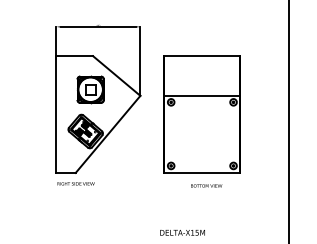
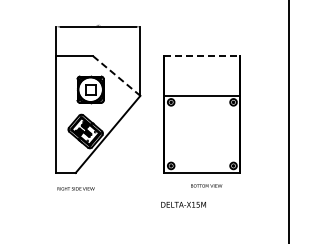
line at (202, 56): solid -> dashed
line at (116, 76): solid -> dashed
text at (75, 183) position: (75, 183) -> (75, 188)
text at (182, 232) position: (182, 232) -> (183, 204)
